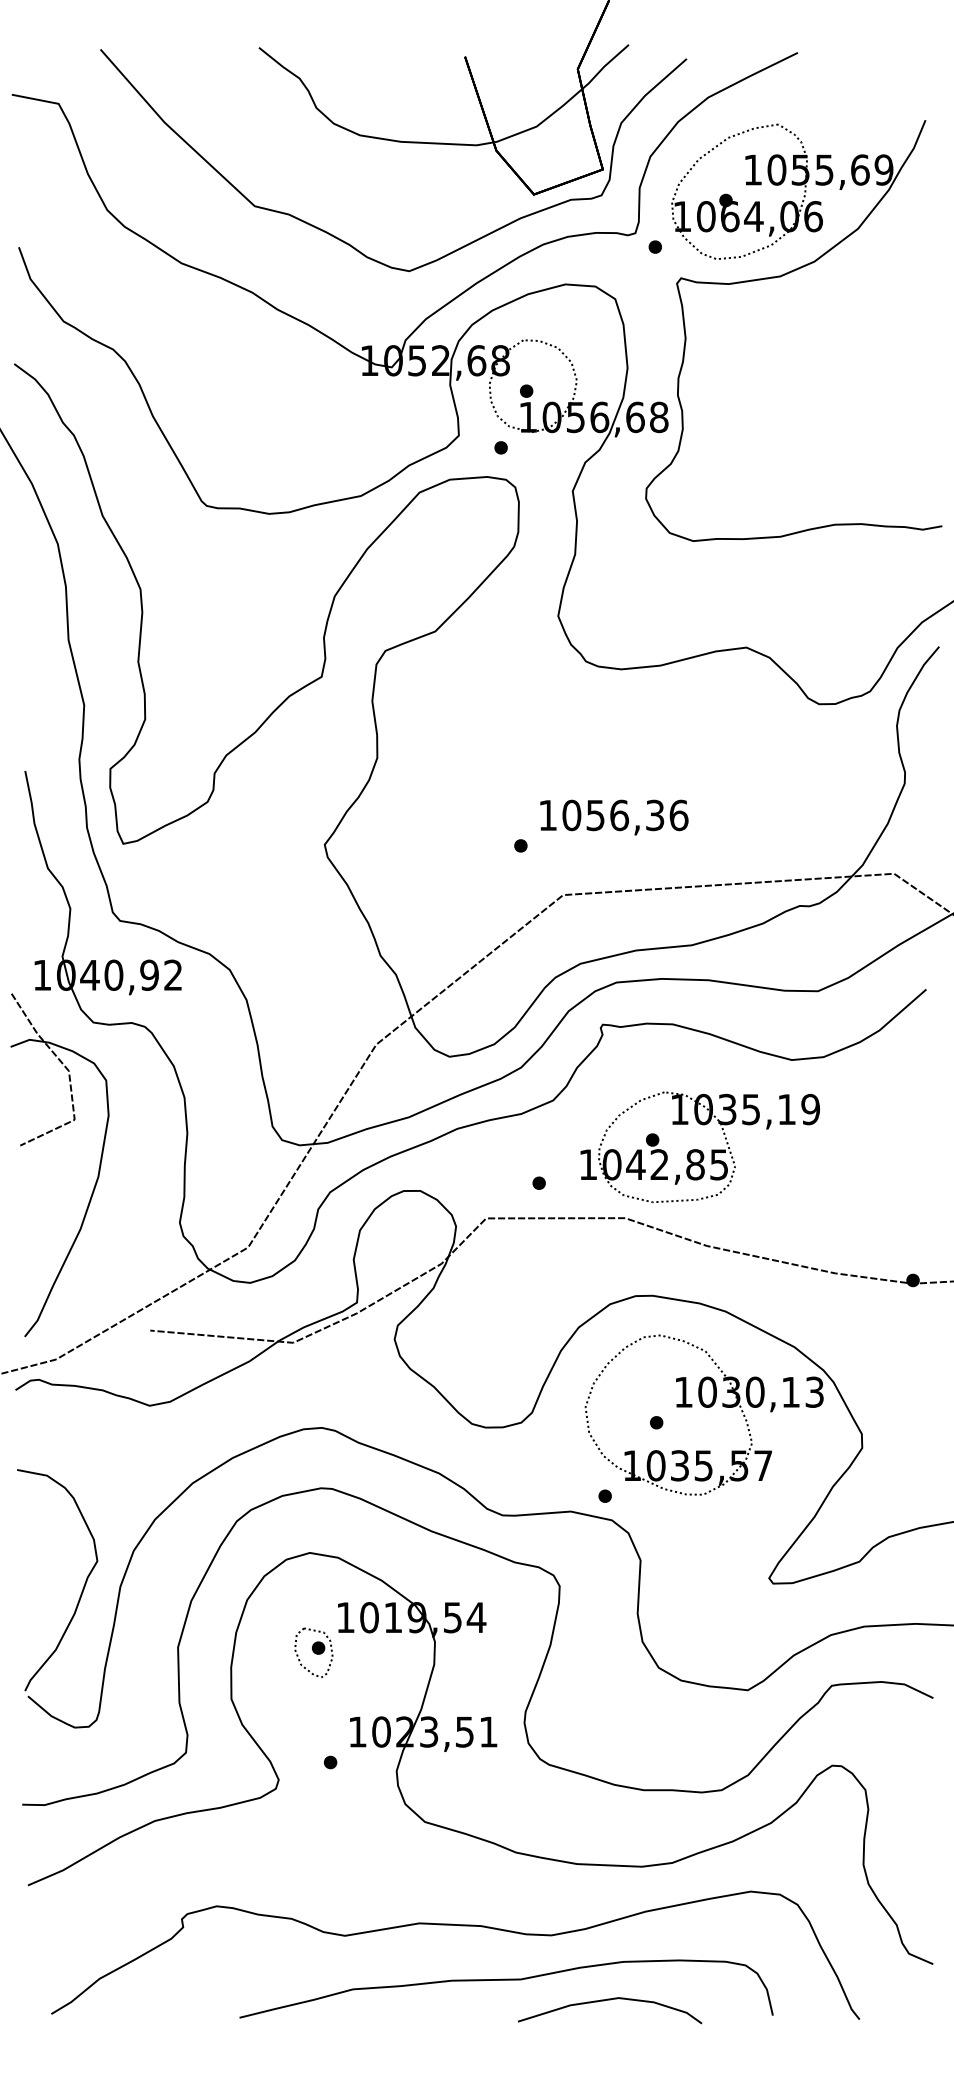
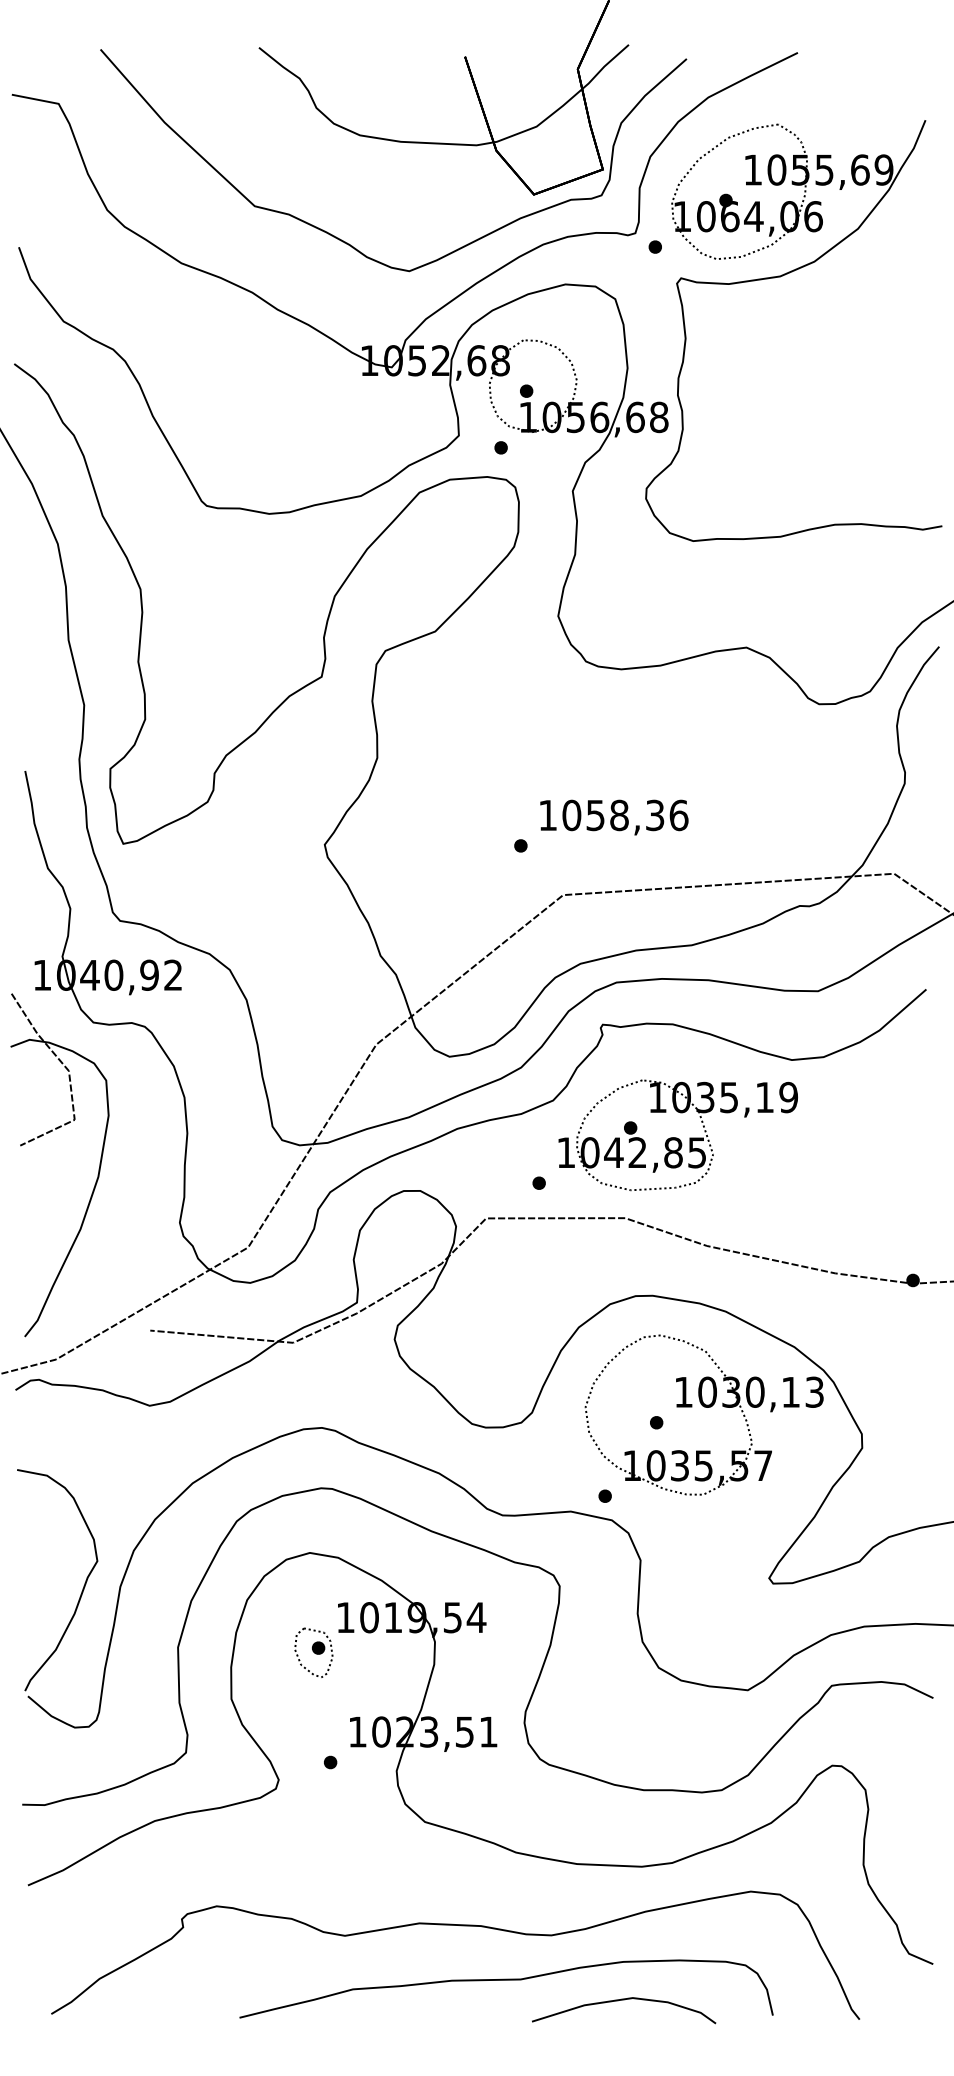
text at (619, 814): 1056,36 -> 1058,36
part at (699, 1147) position: (699, 1147) -> (677, 1135)
curve at (610, 2000) position: (610, 2000) -> (624, 2000)
